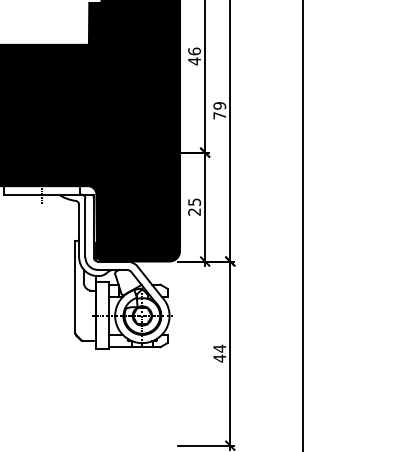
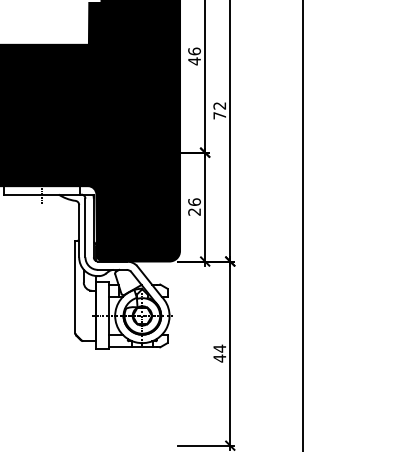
text at (219, 105): 79 -> 72
text at (194, 201): 25 -> 26
